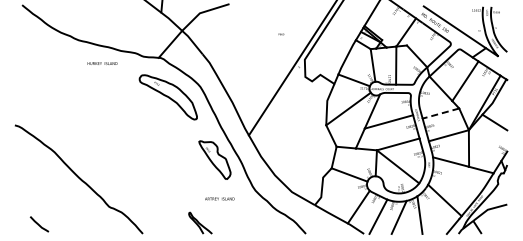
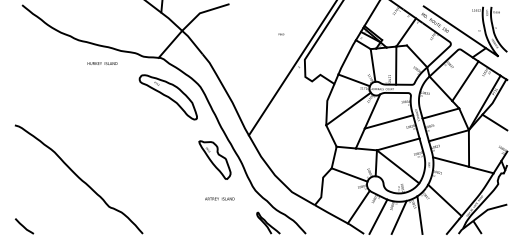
line at (440, 113): dashed -> solid
curve at (199, 222) position: (199, 222) -> (267, 222)
line at (39, 224) position: (39, 224) -> (24, 226)
